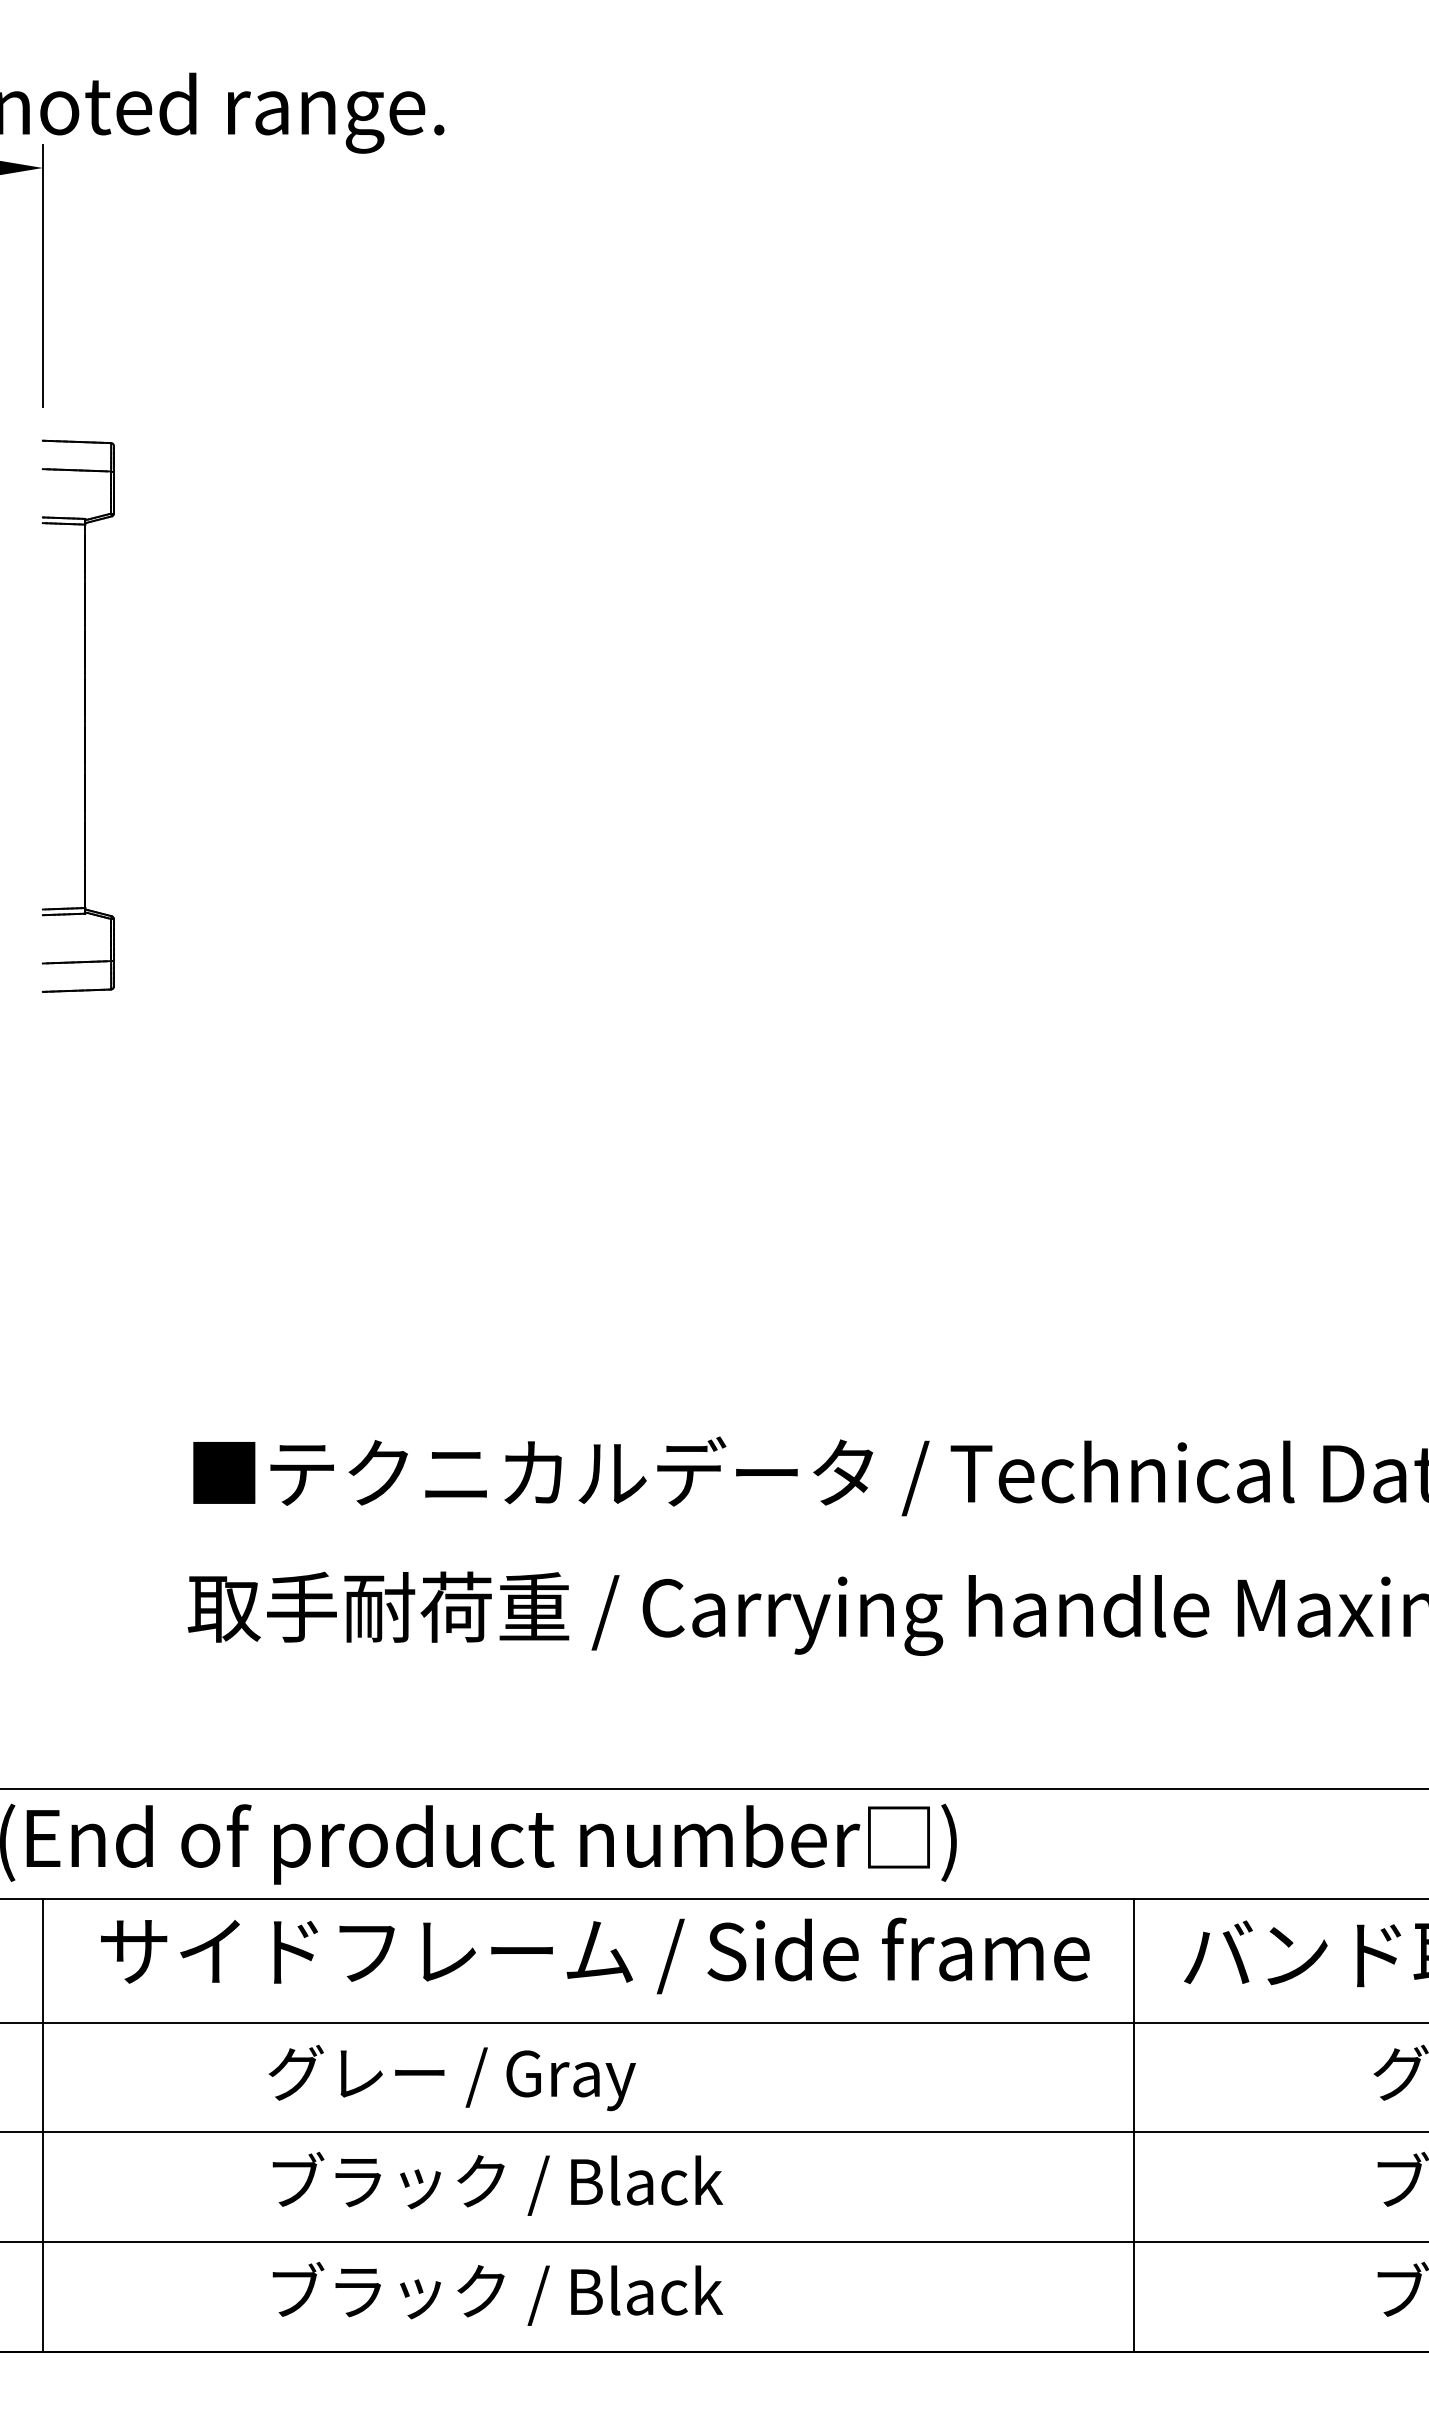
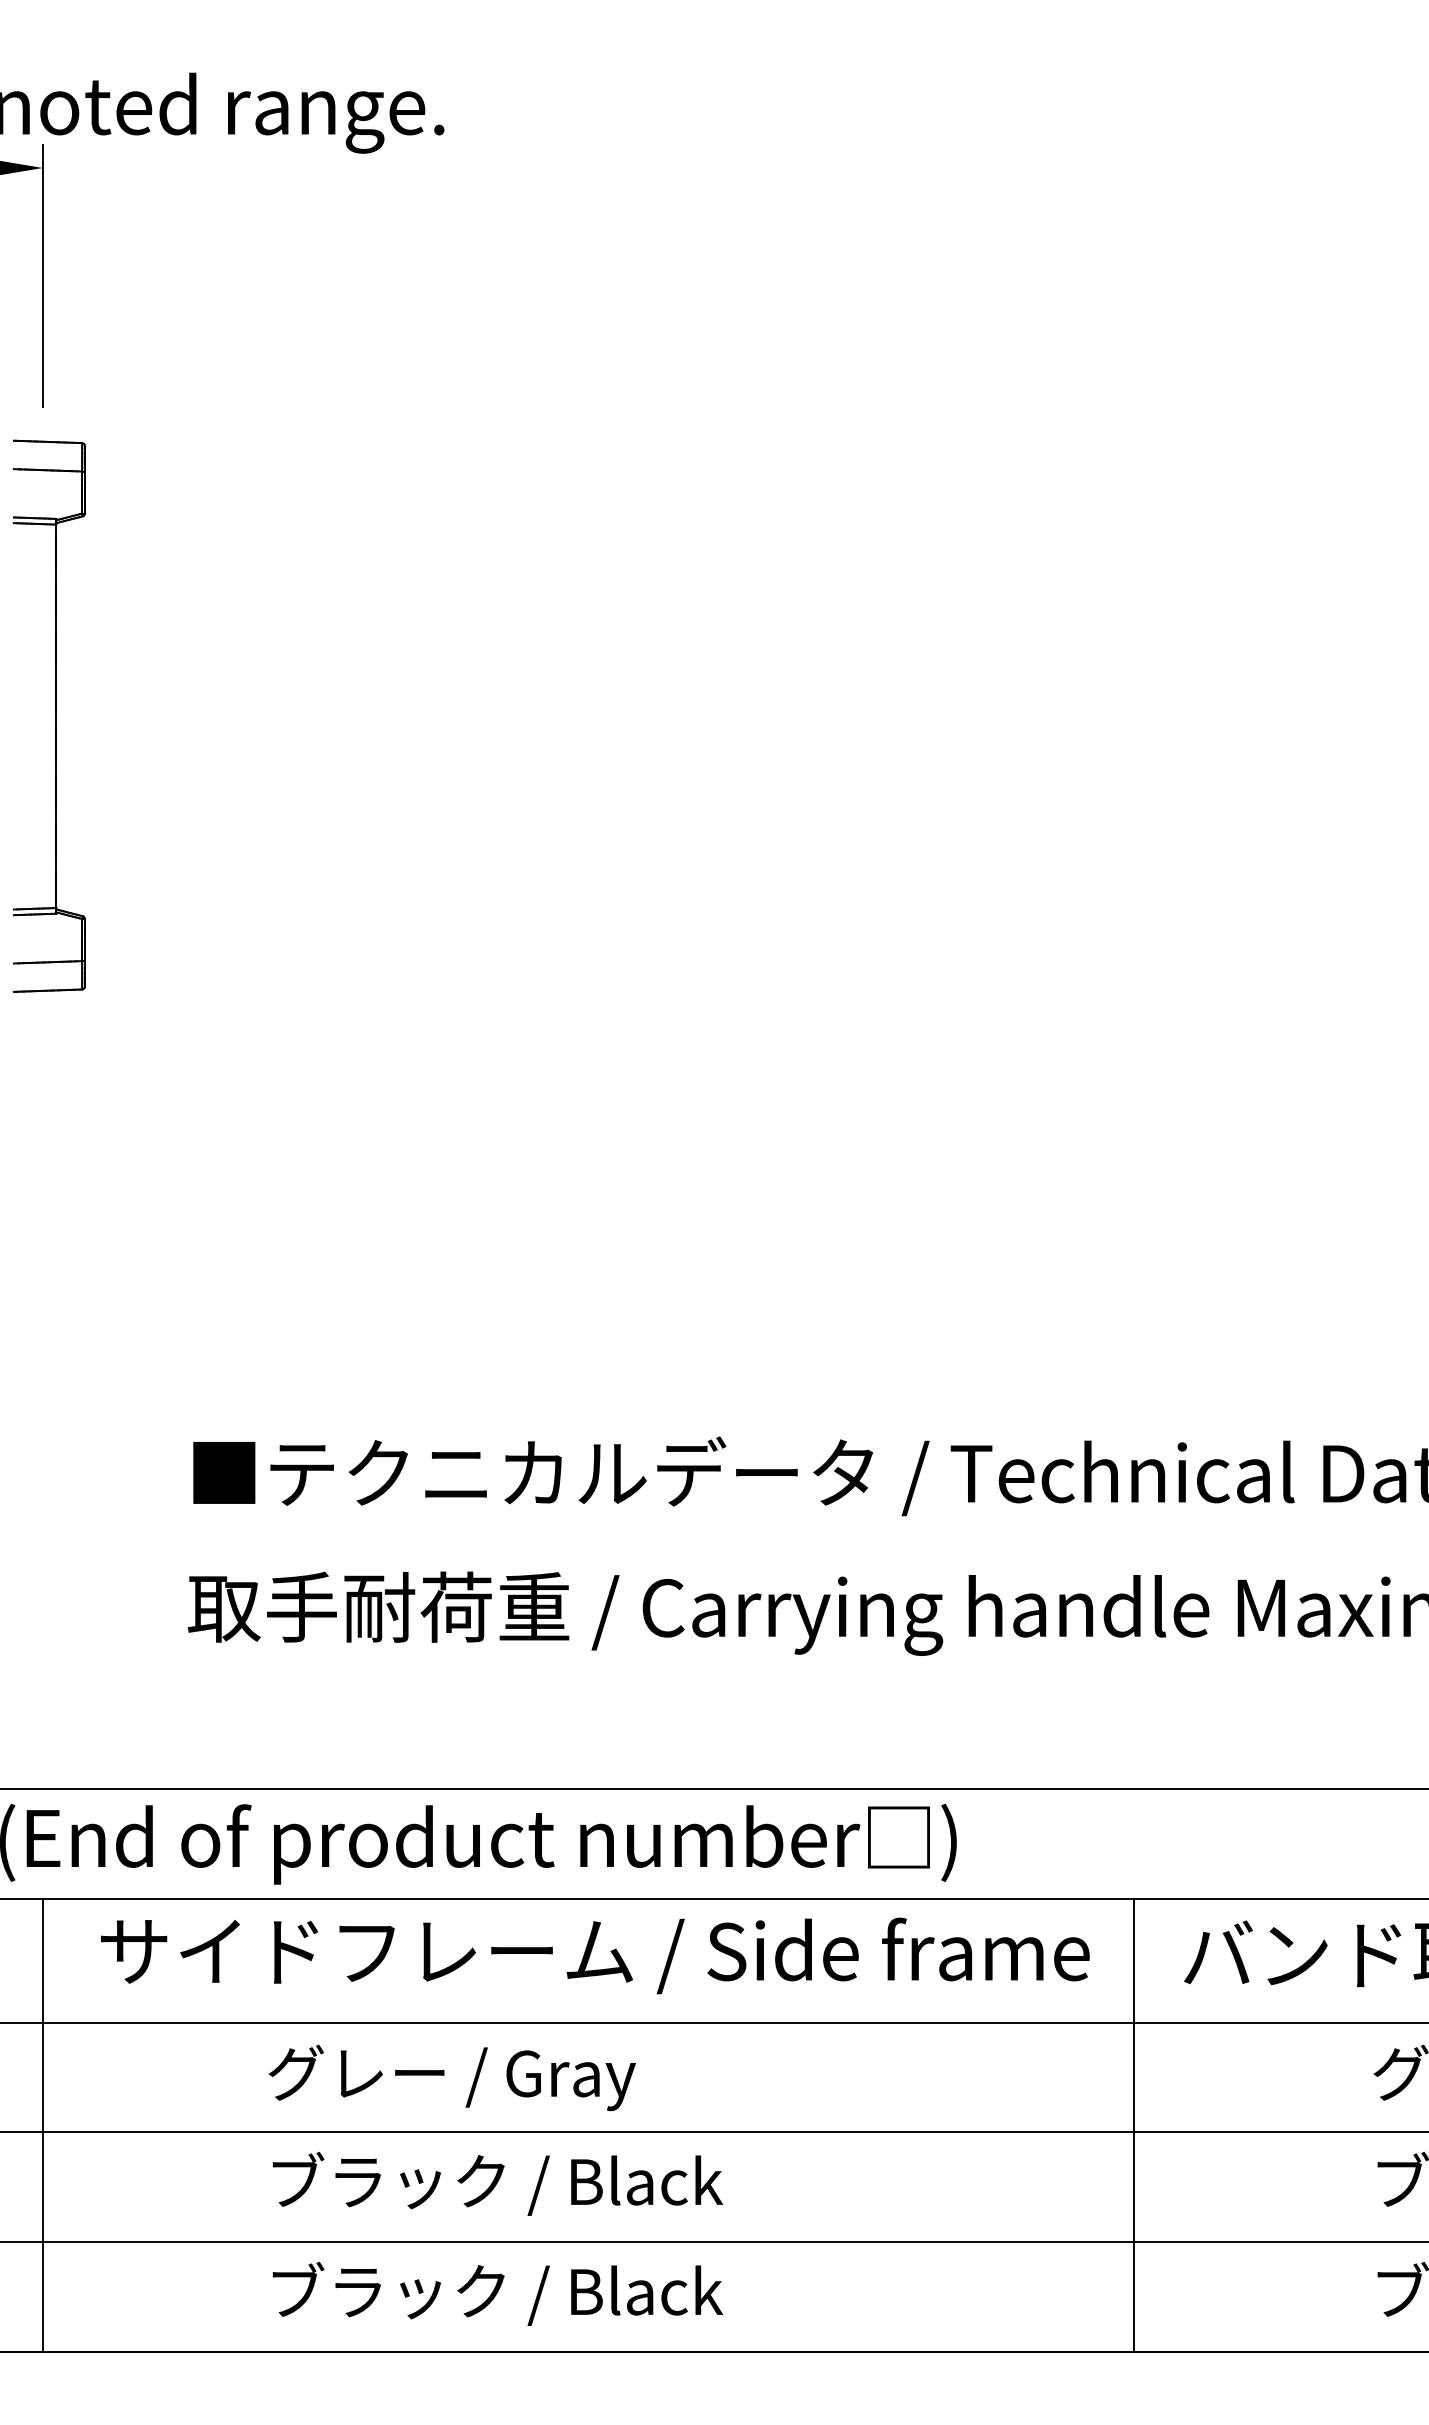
part at (78, 715) position: (78, 715) -> (49, 715)
